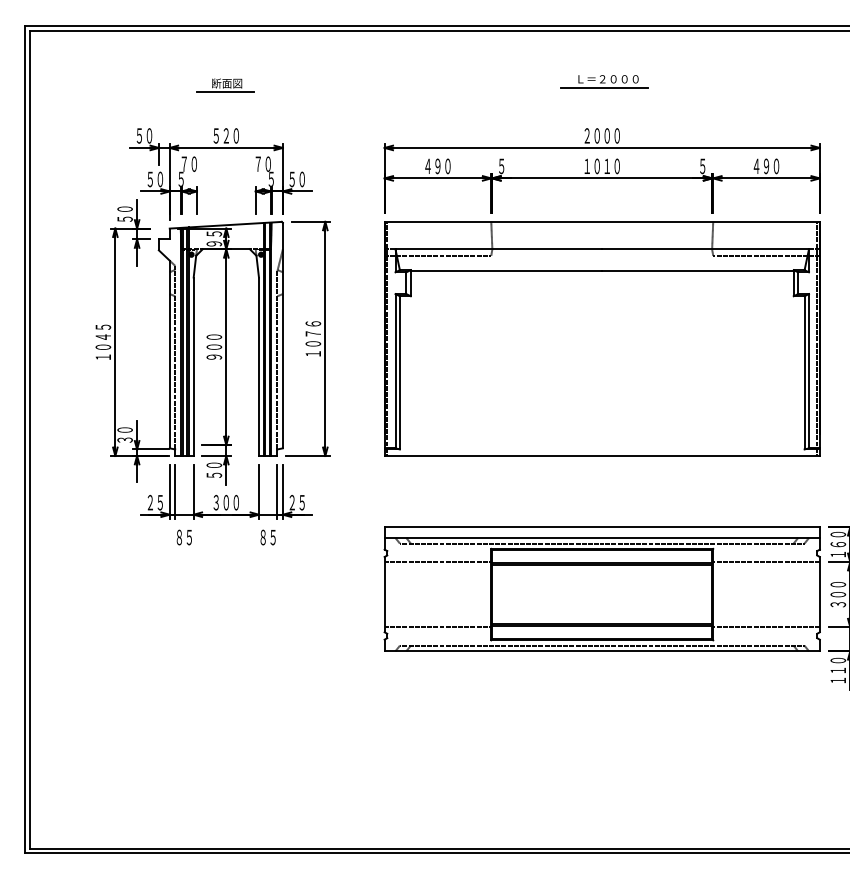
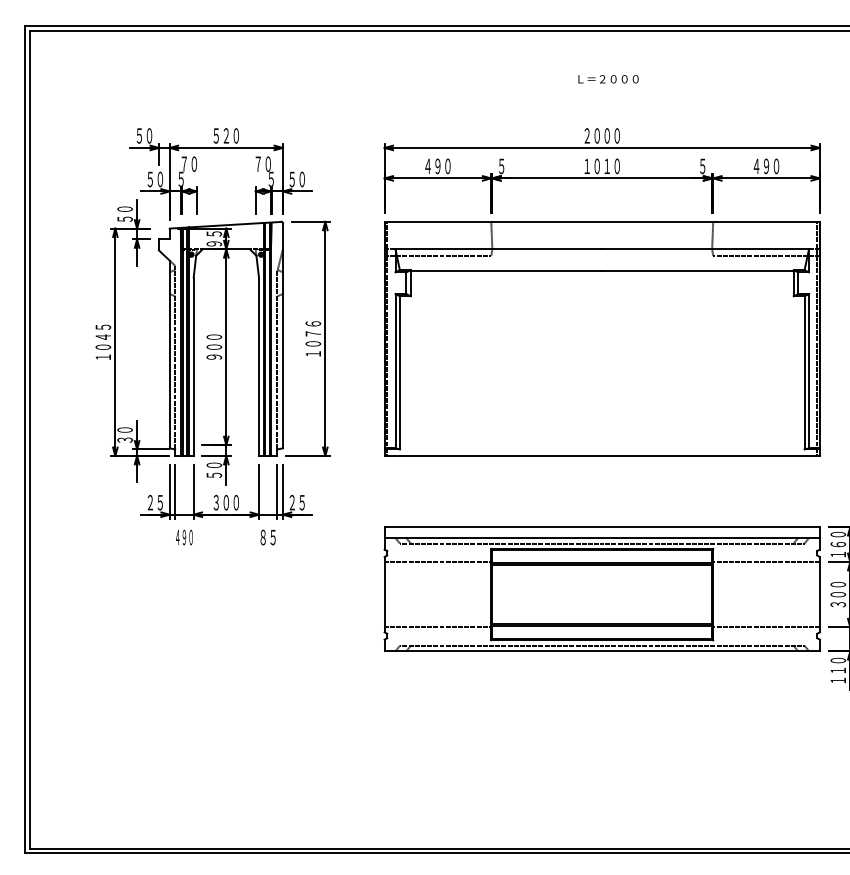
part at (225, 85): present -> none
line at (604, 88): present -> none
text at (184, 537): ８５ -> ４９０
